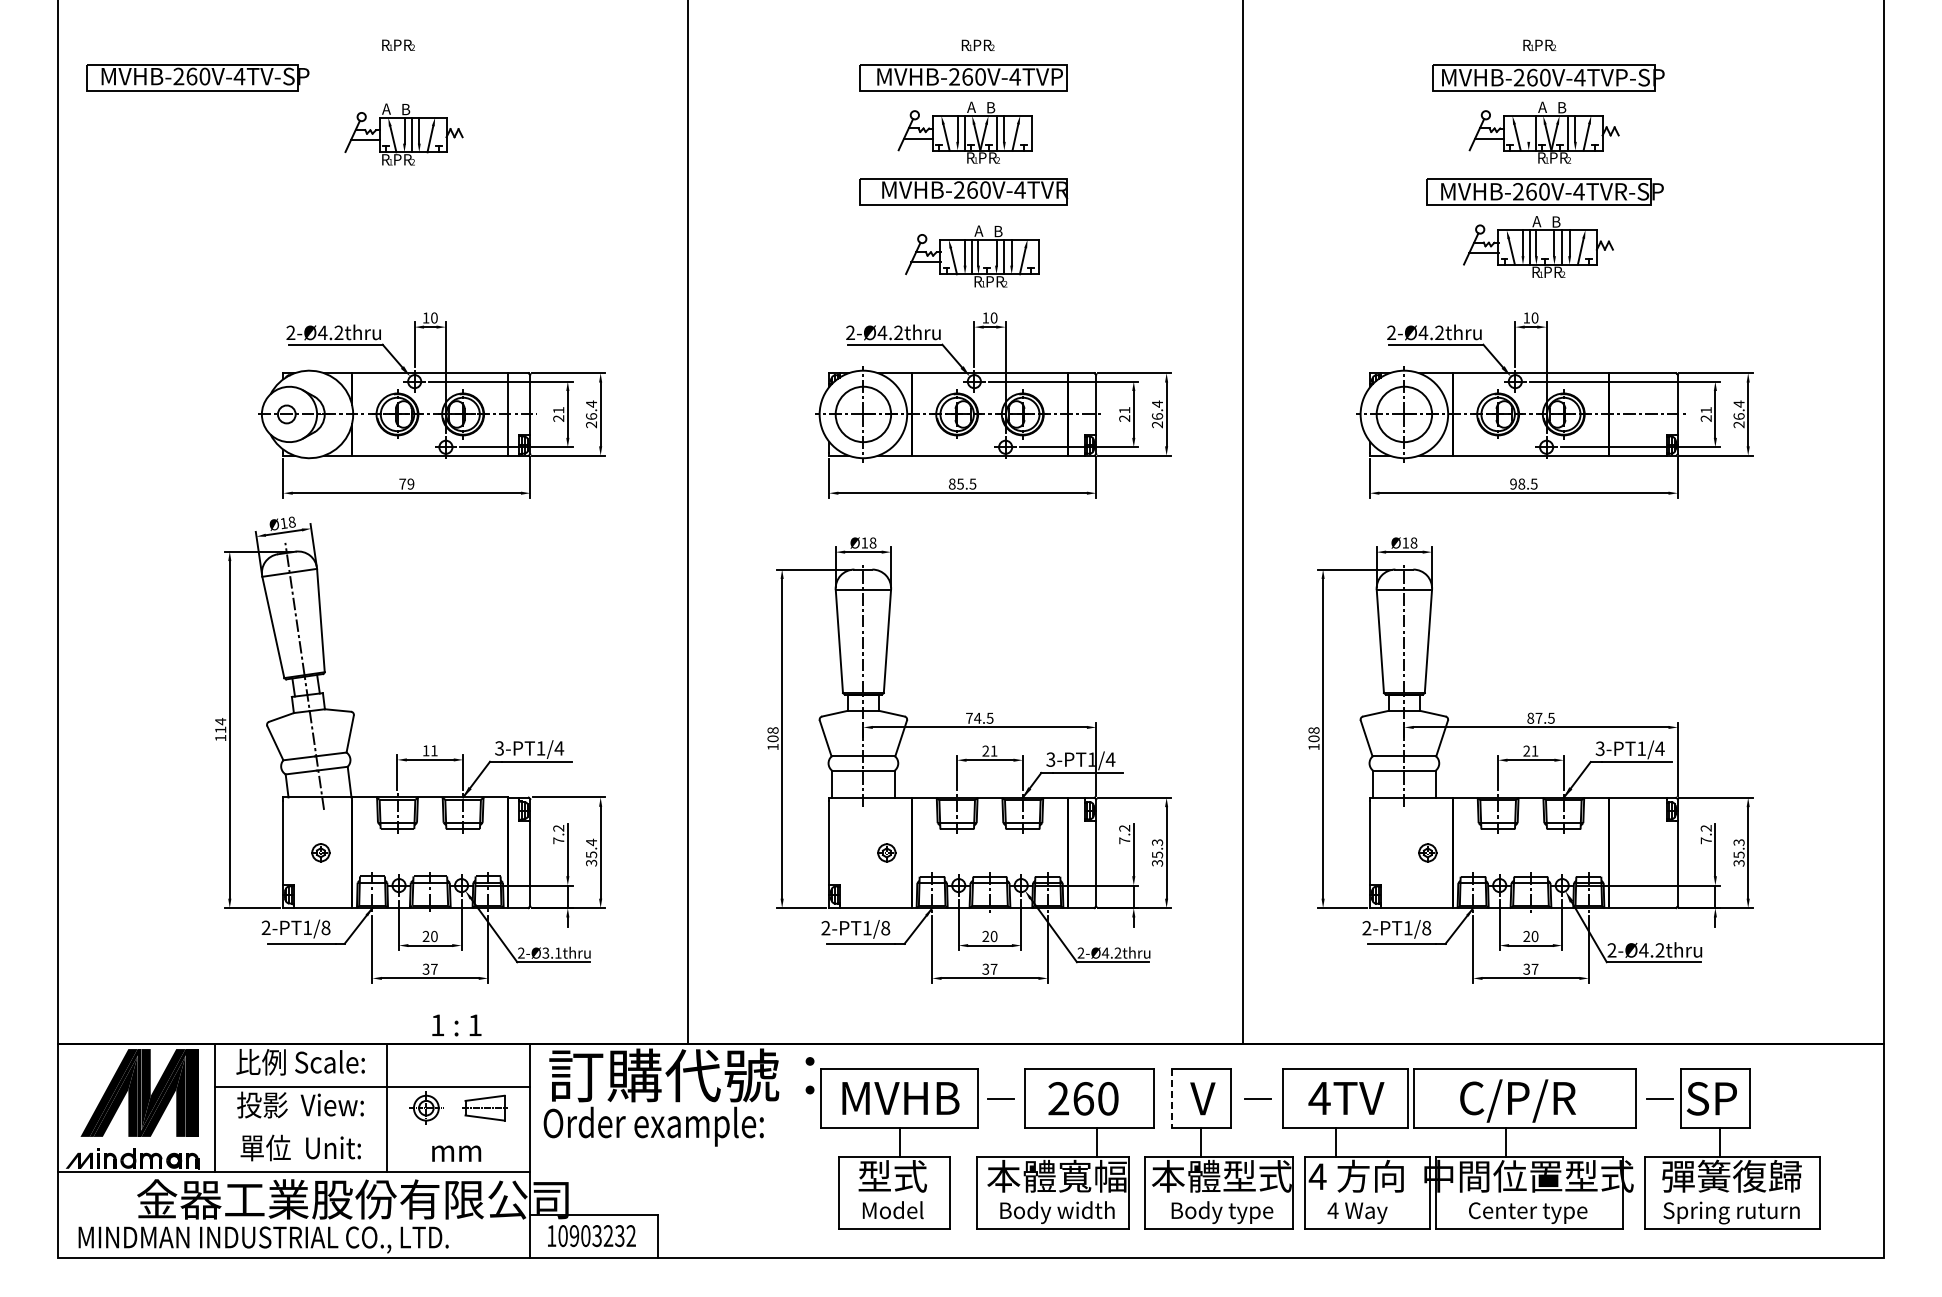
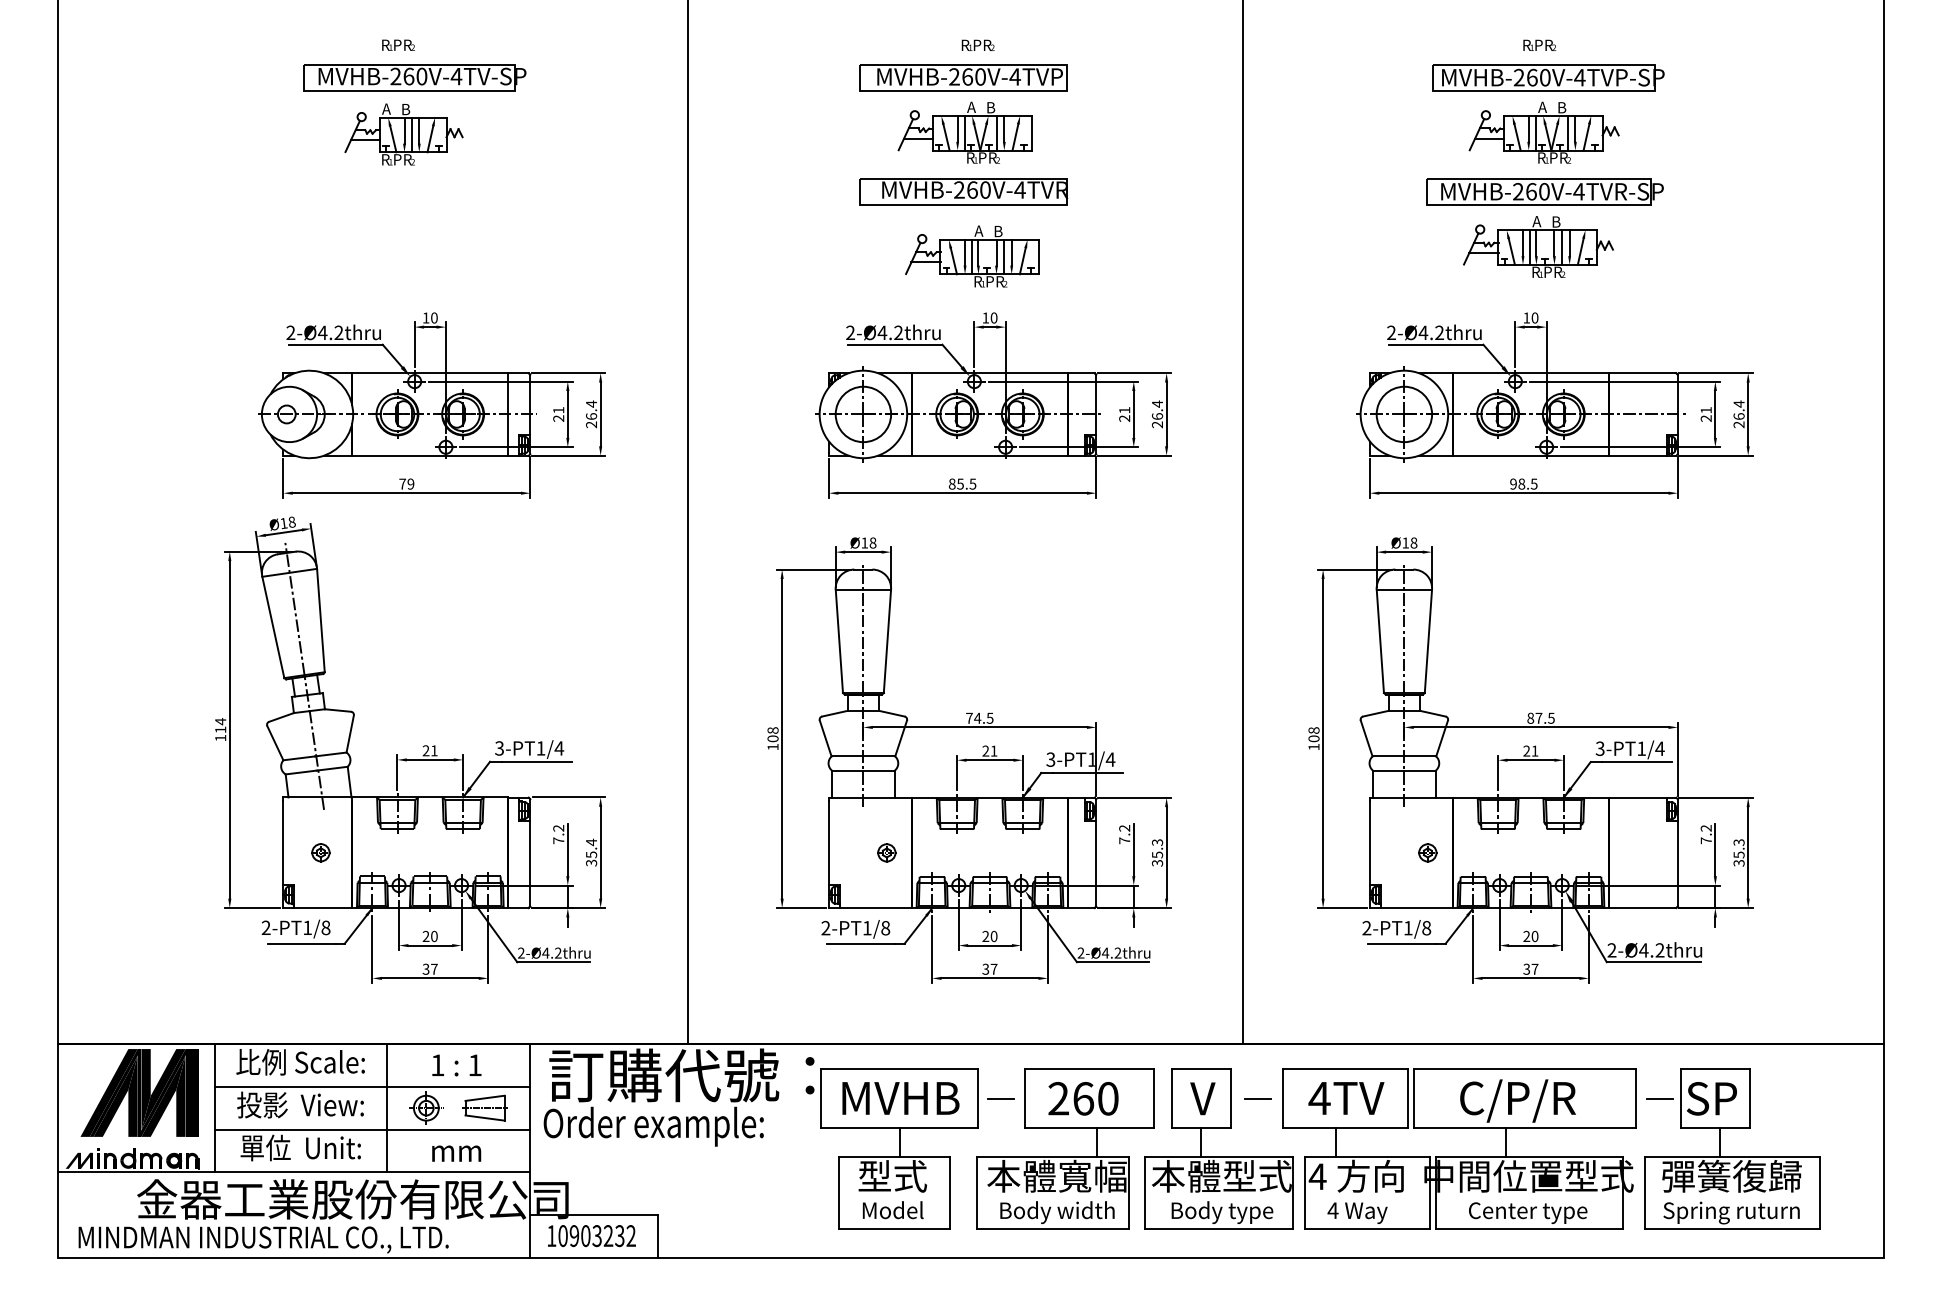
part at (197, 77) position: (197, 77) -> (414, 77)
line at (1528, 128): none -> present
text at (425, 750): 11 -> 21
text at (551, 952): 2-Ø3.1thru -> 2-Ø4.2thru
text at (456, 1025) position: (456, 1025) -> (456, 1065)
line at (1171, 1098): dashed -> solid
line at (372, 1129): none -> present
